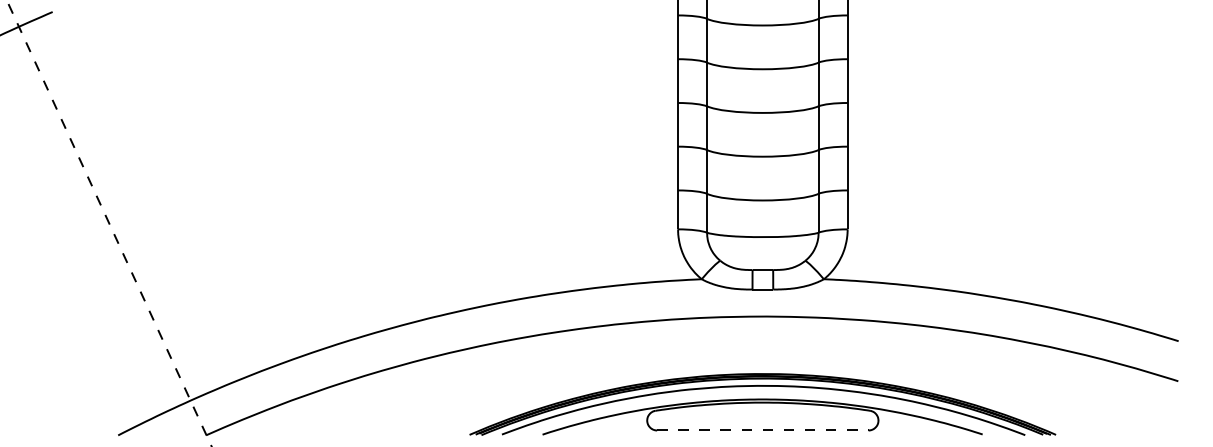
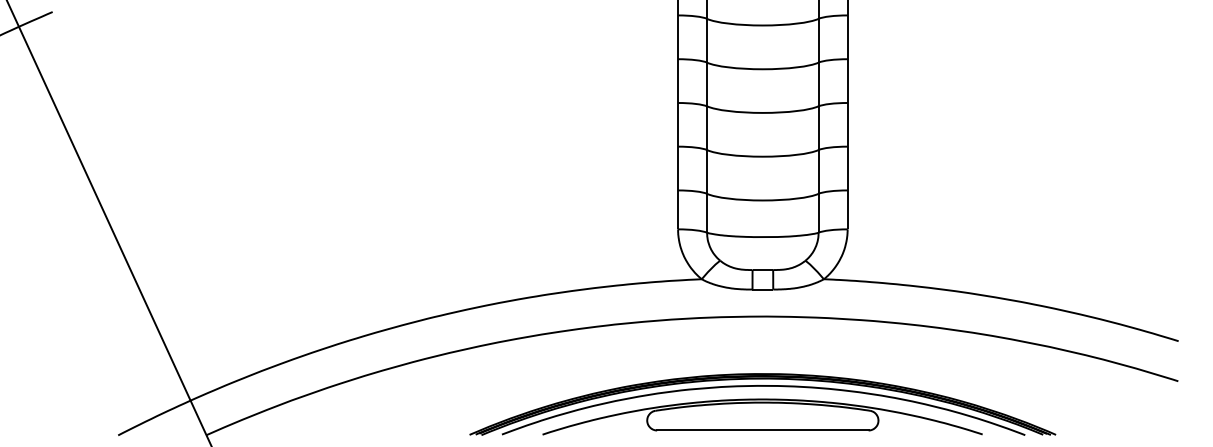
line at (108, 222): dashed -> solid
line at (762, 430): dashed -> solid
